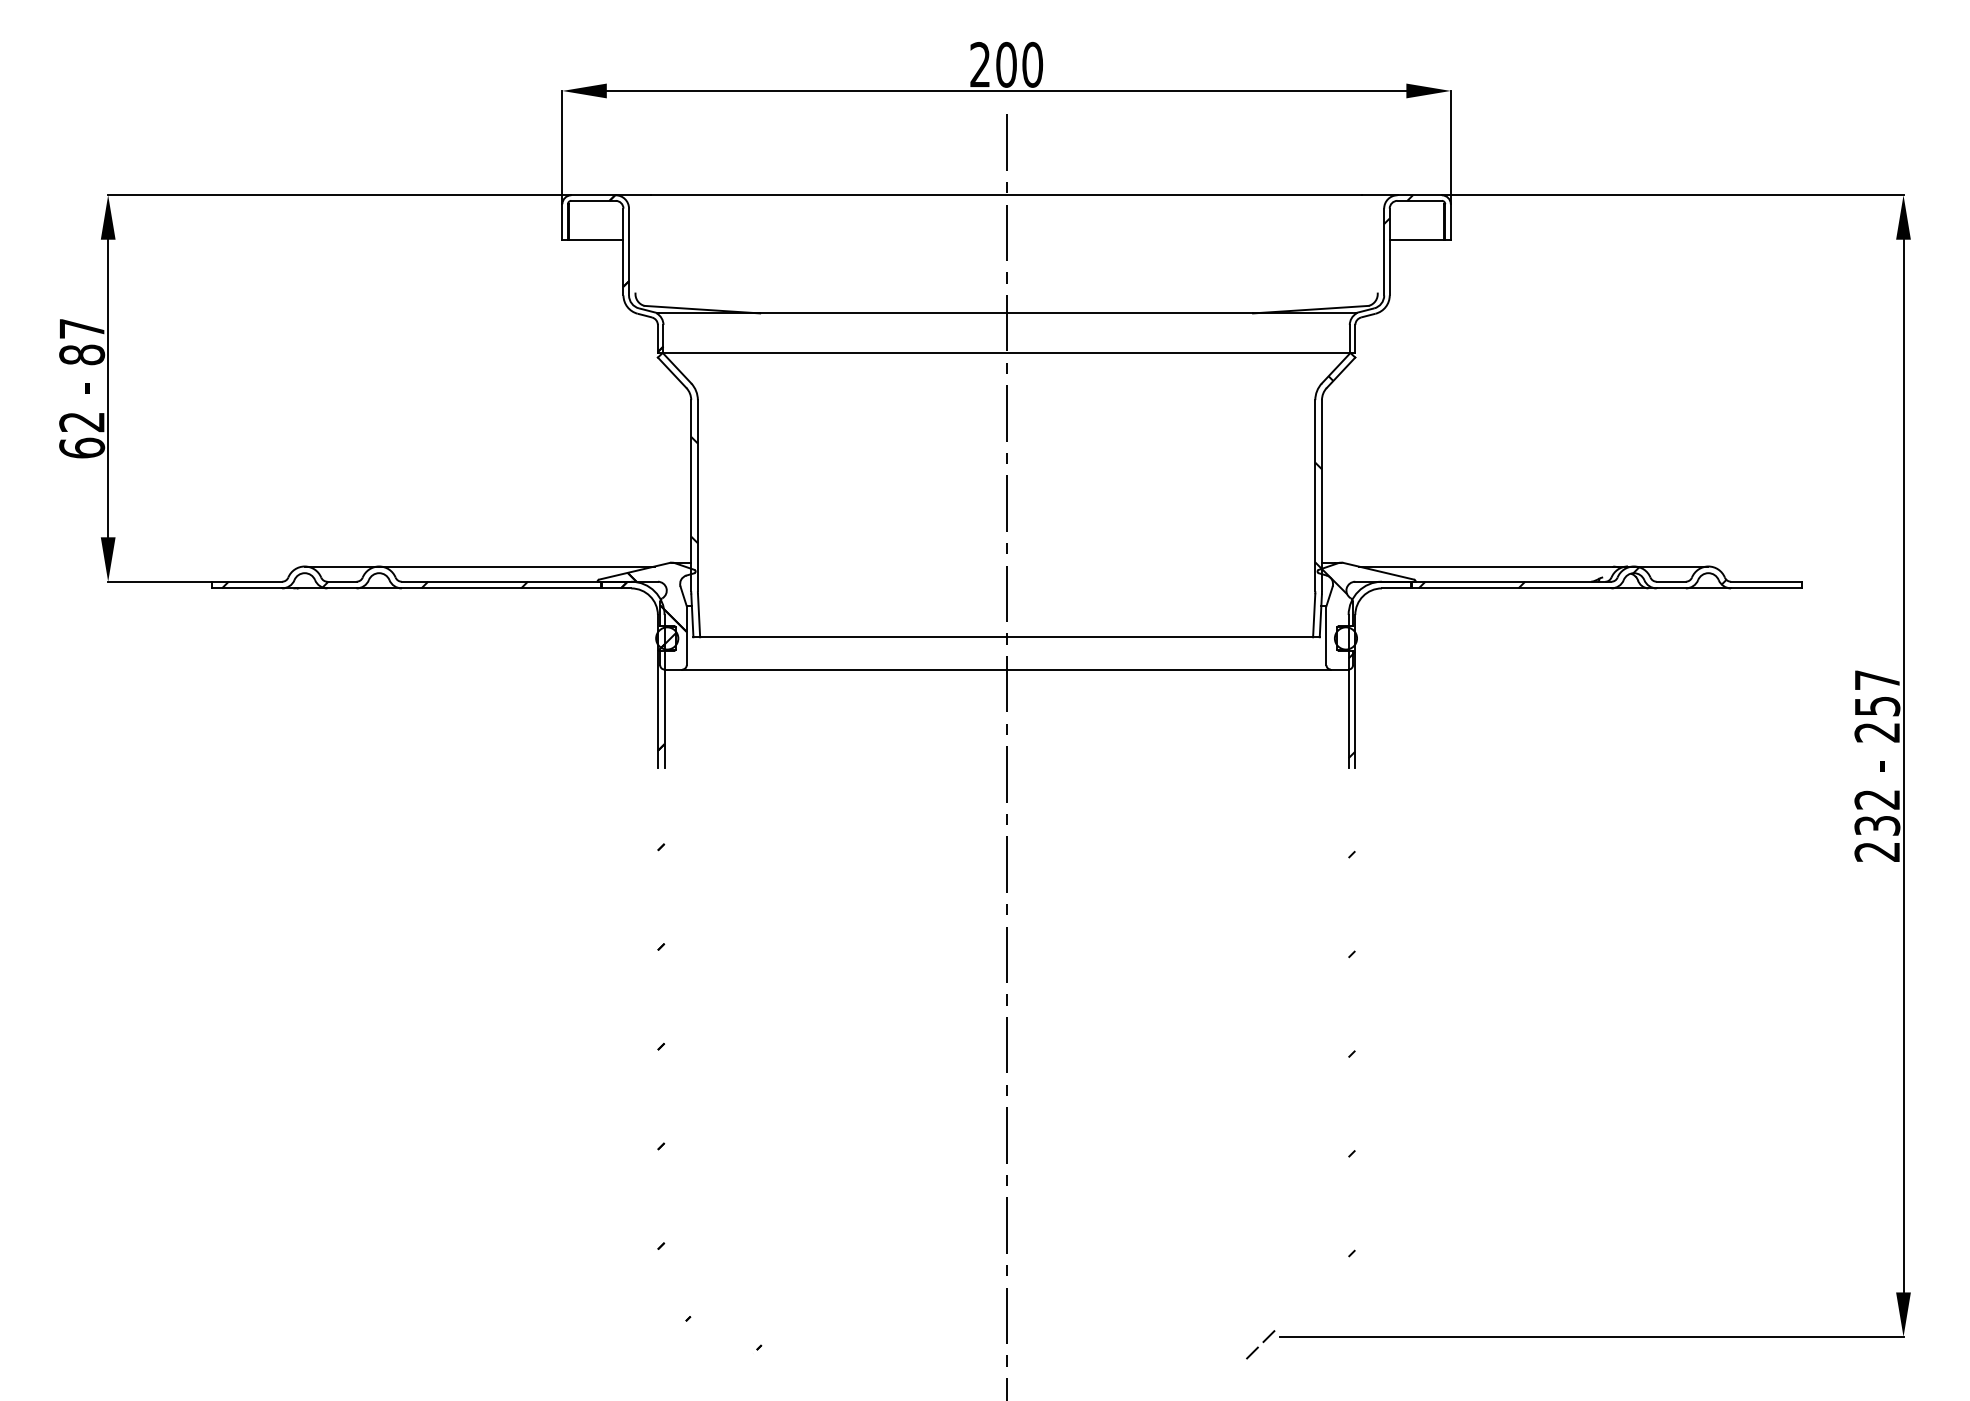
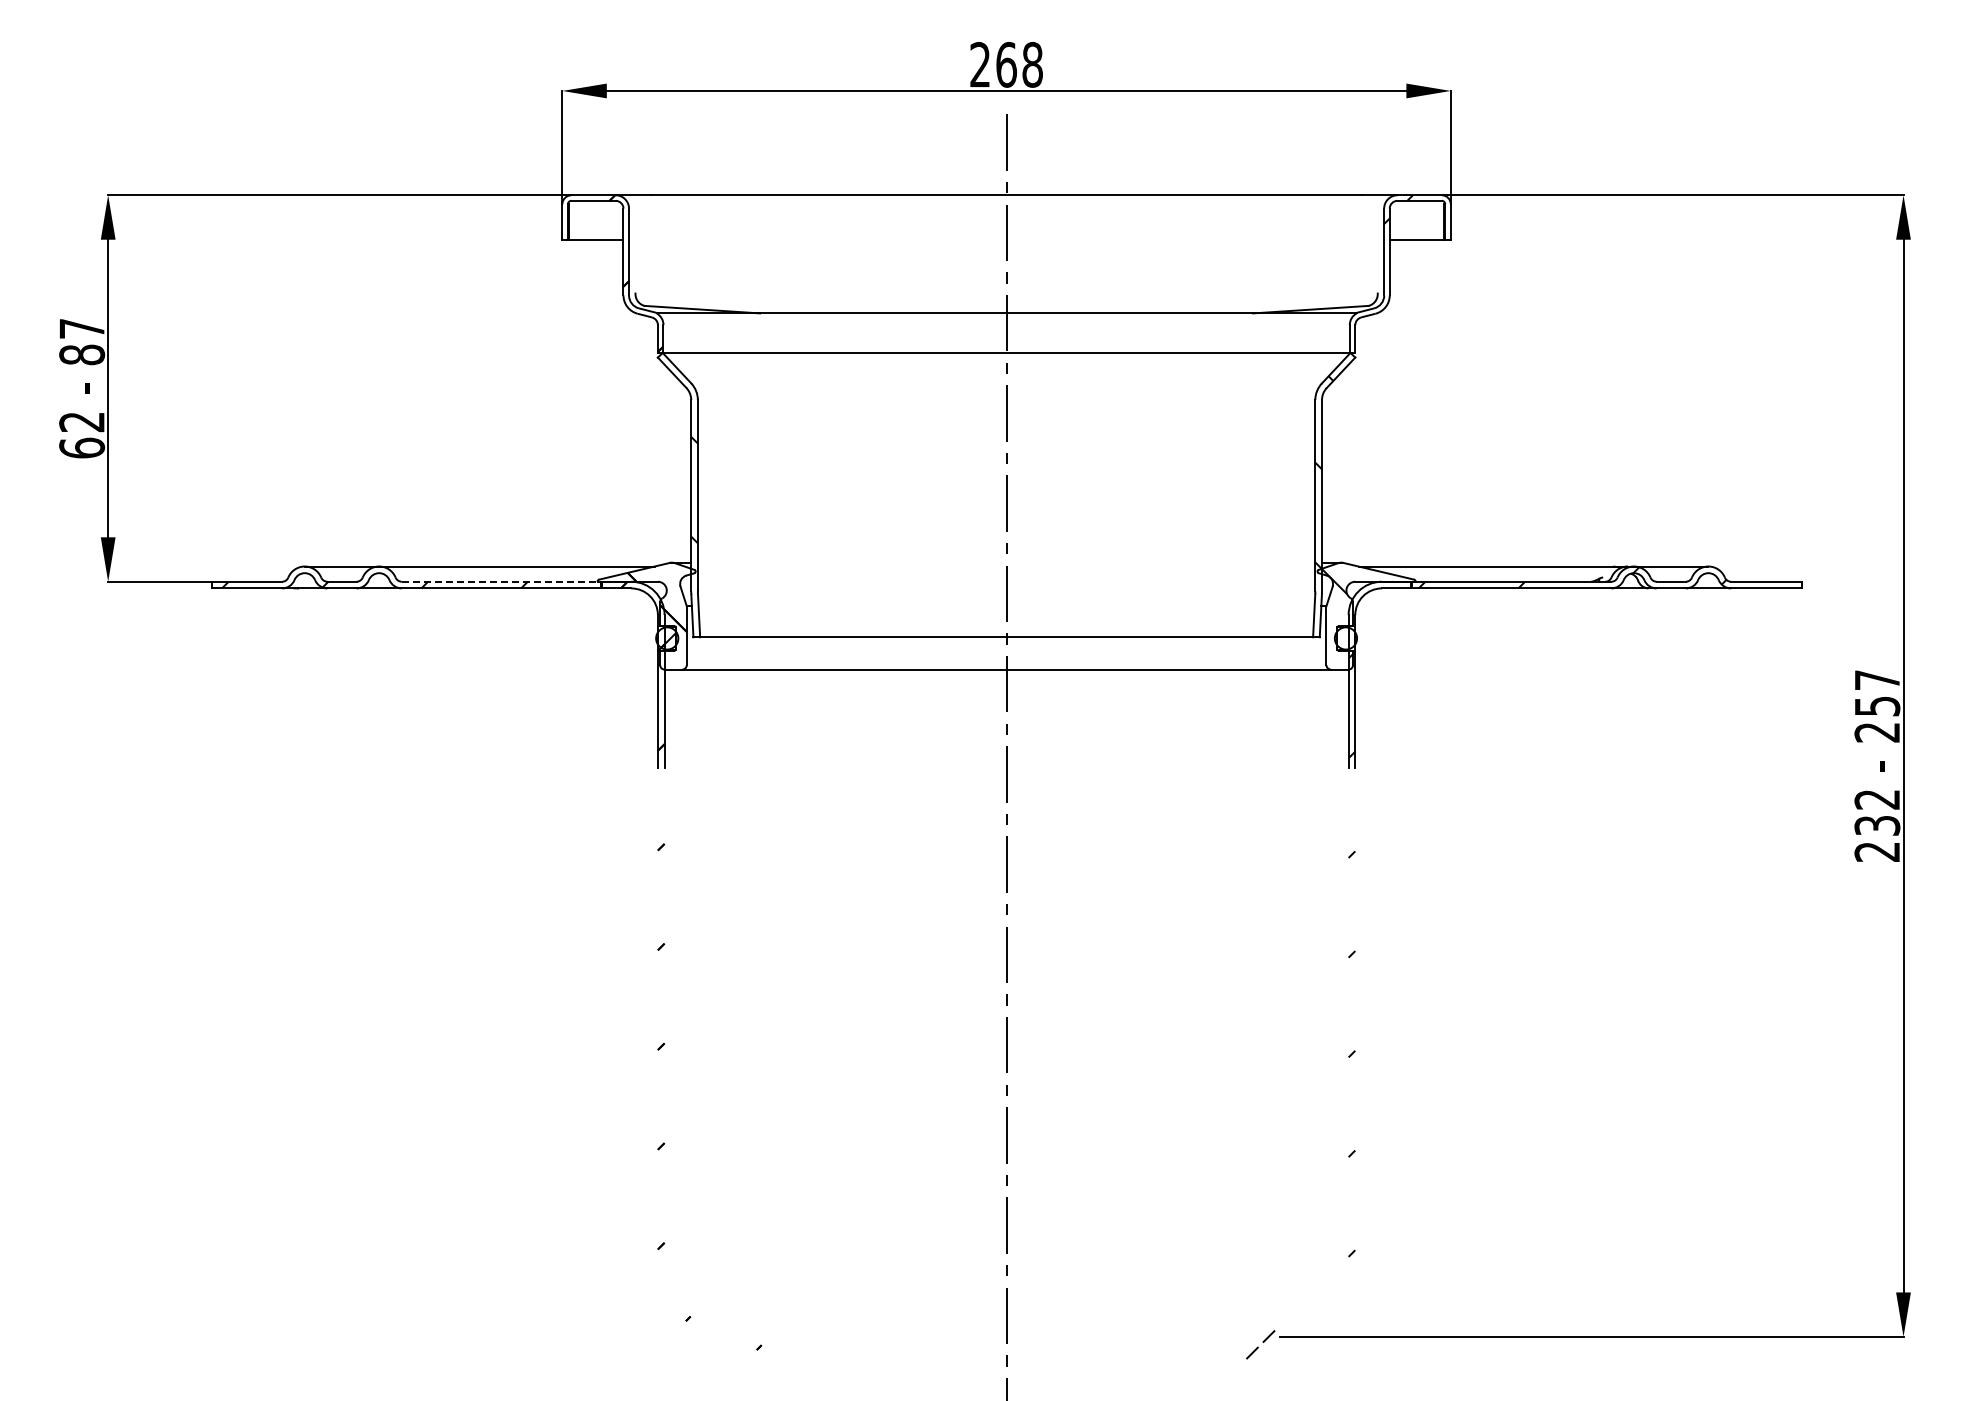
text at (1019, 64): 200 -> 268
line at (501, 581): solid -> dashed
